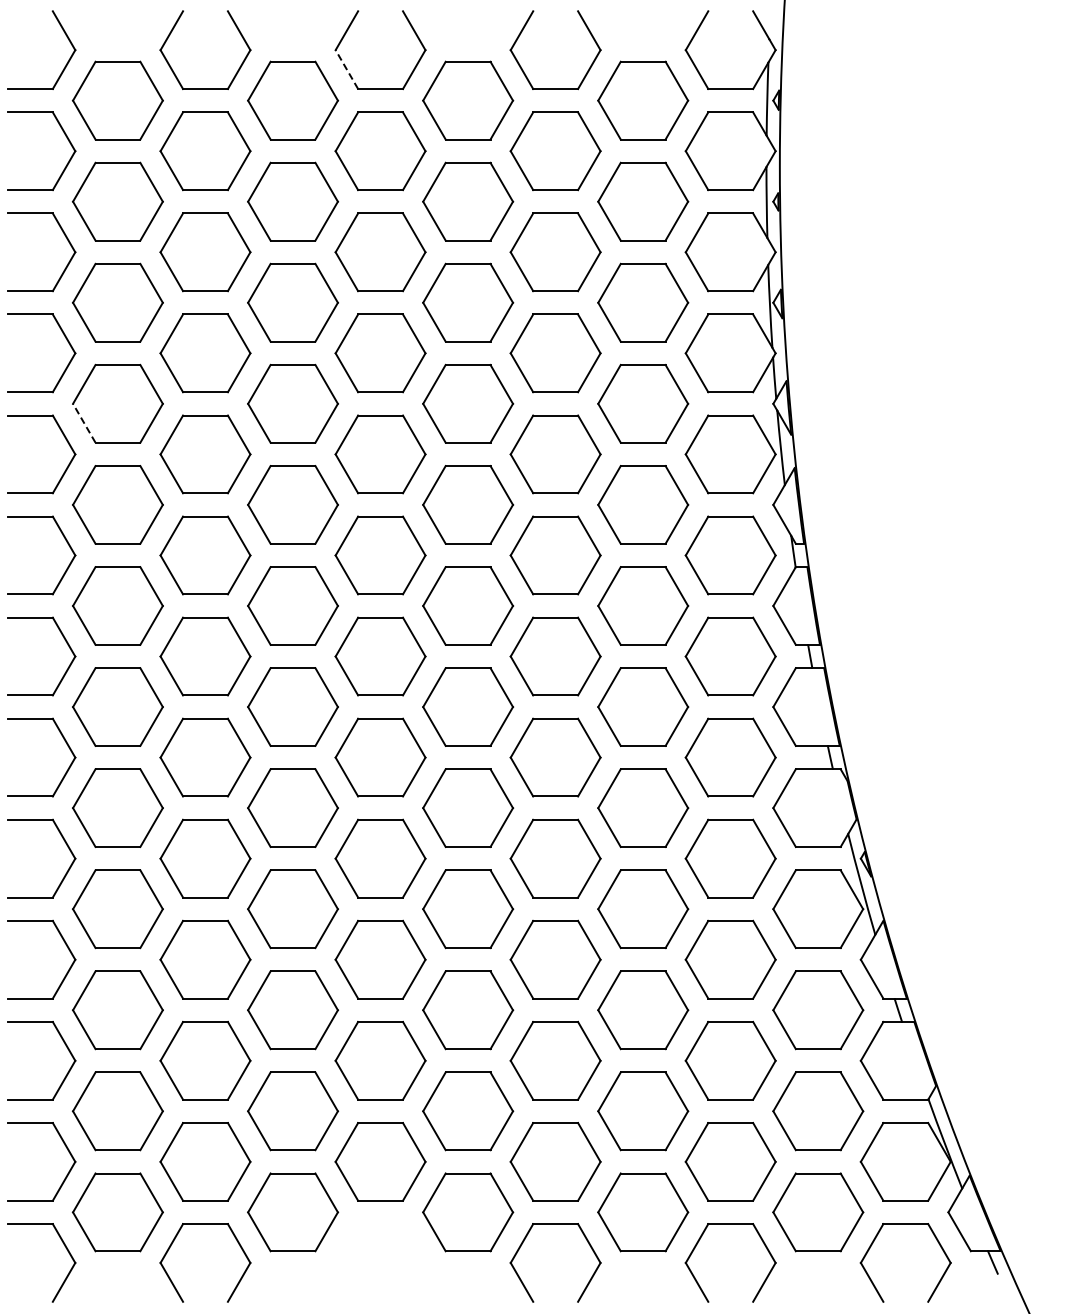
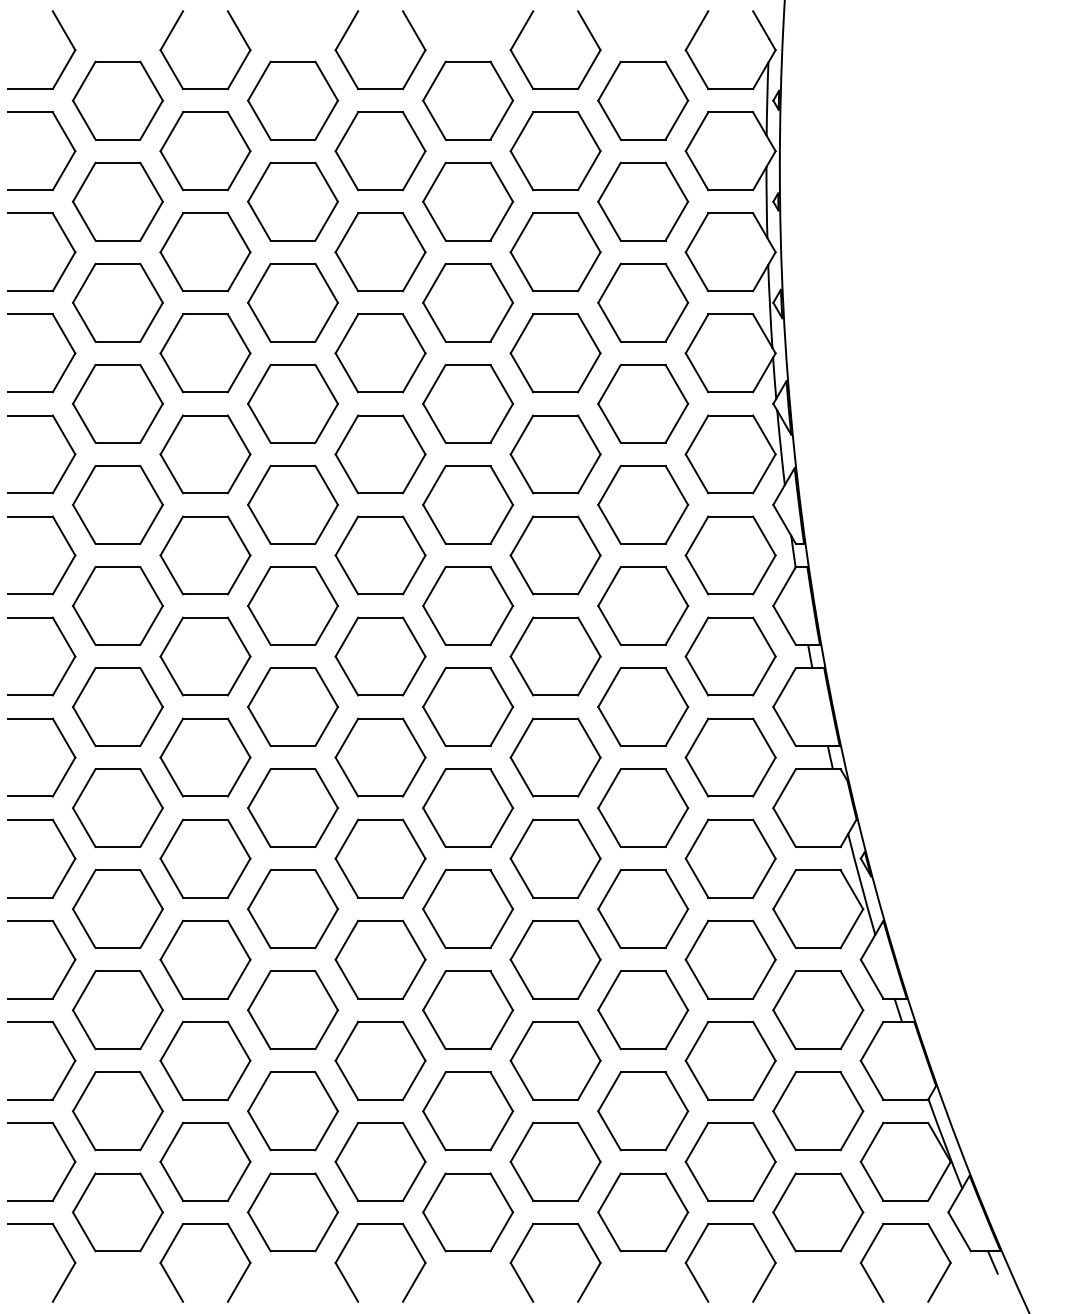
line at (346, 69): dashed -> solid
line at (84, 422): dashed -> solid
part at (349, 1241): none -> present
